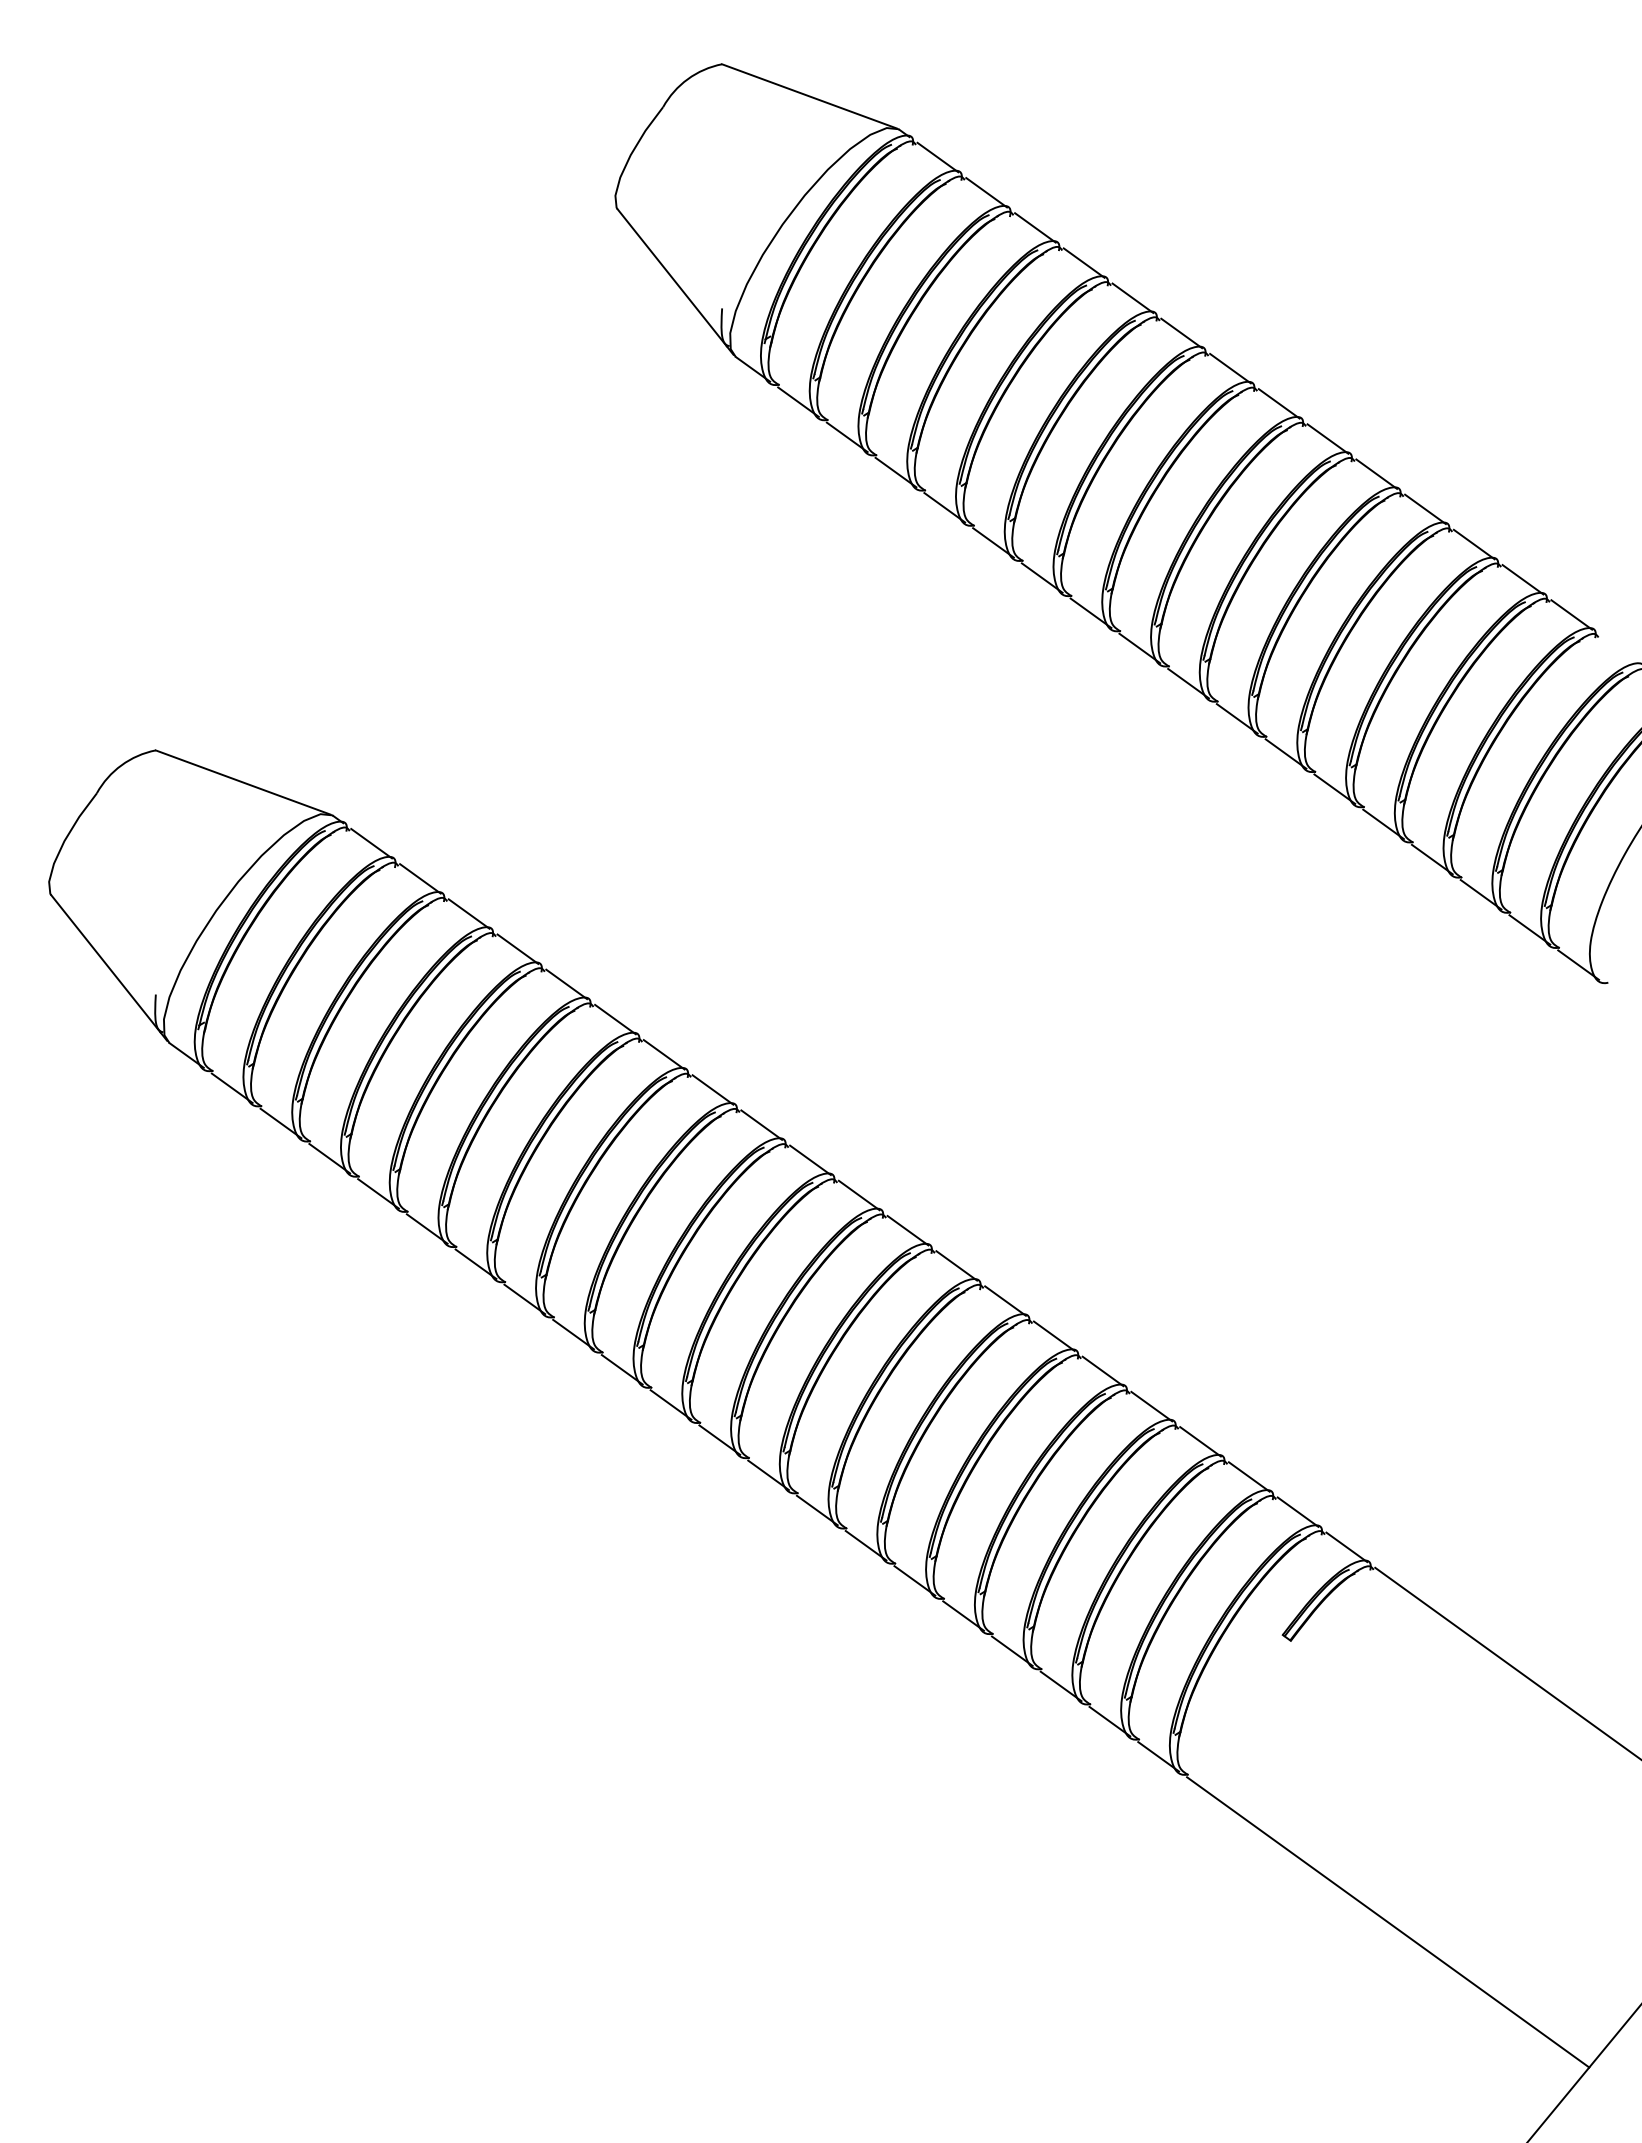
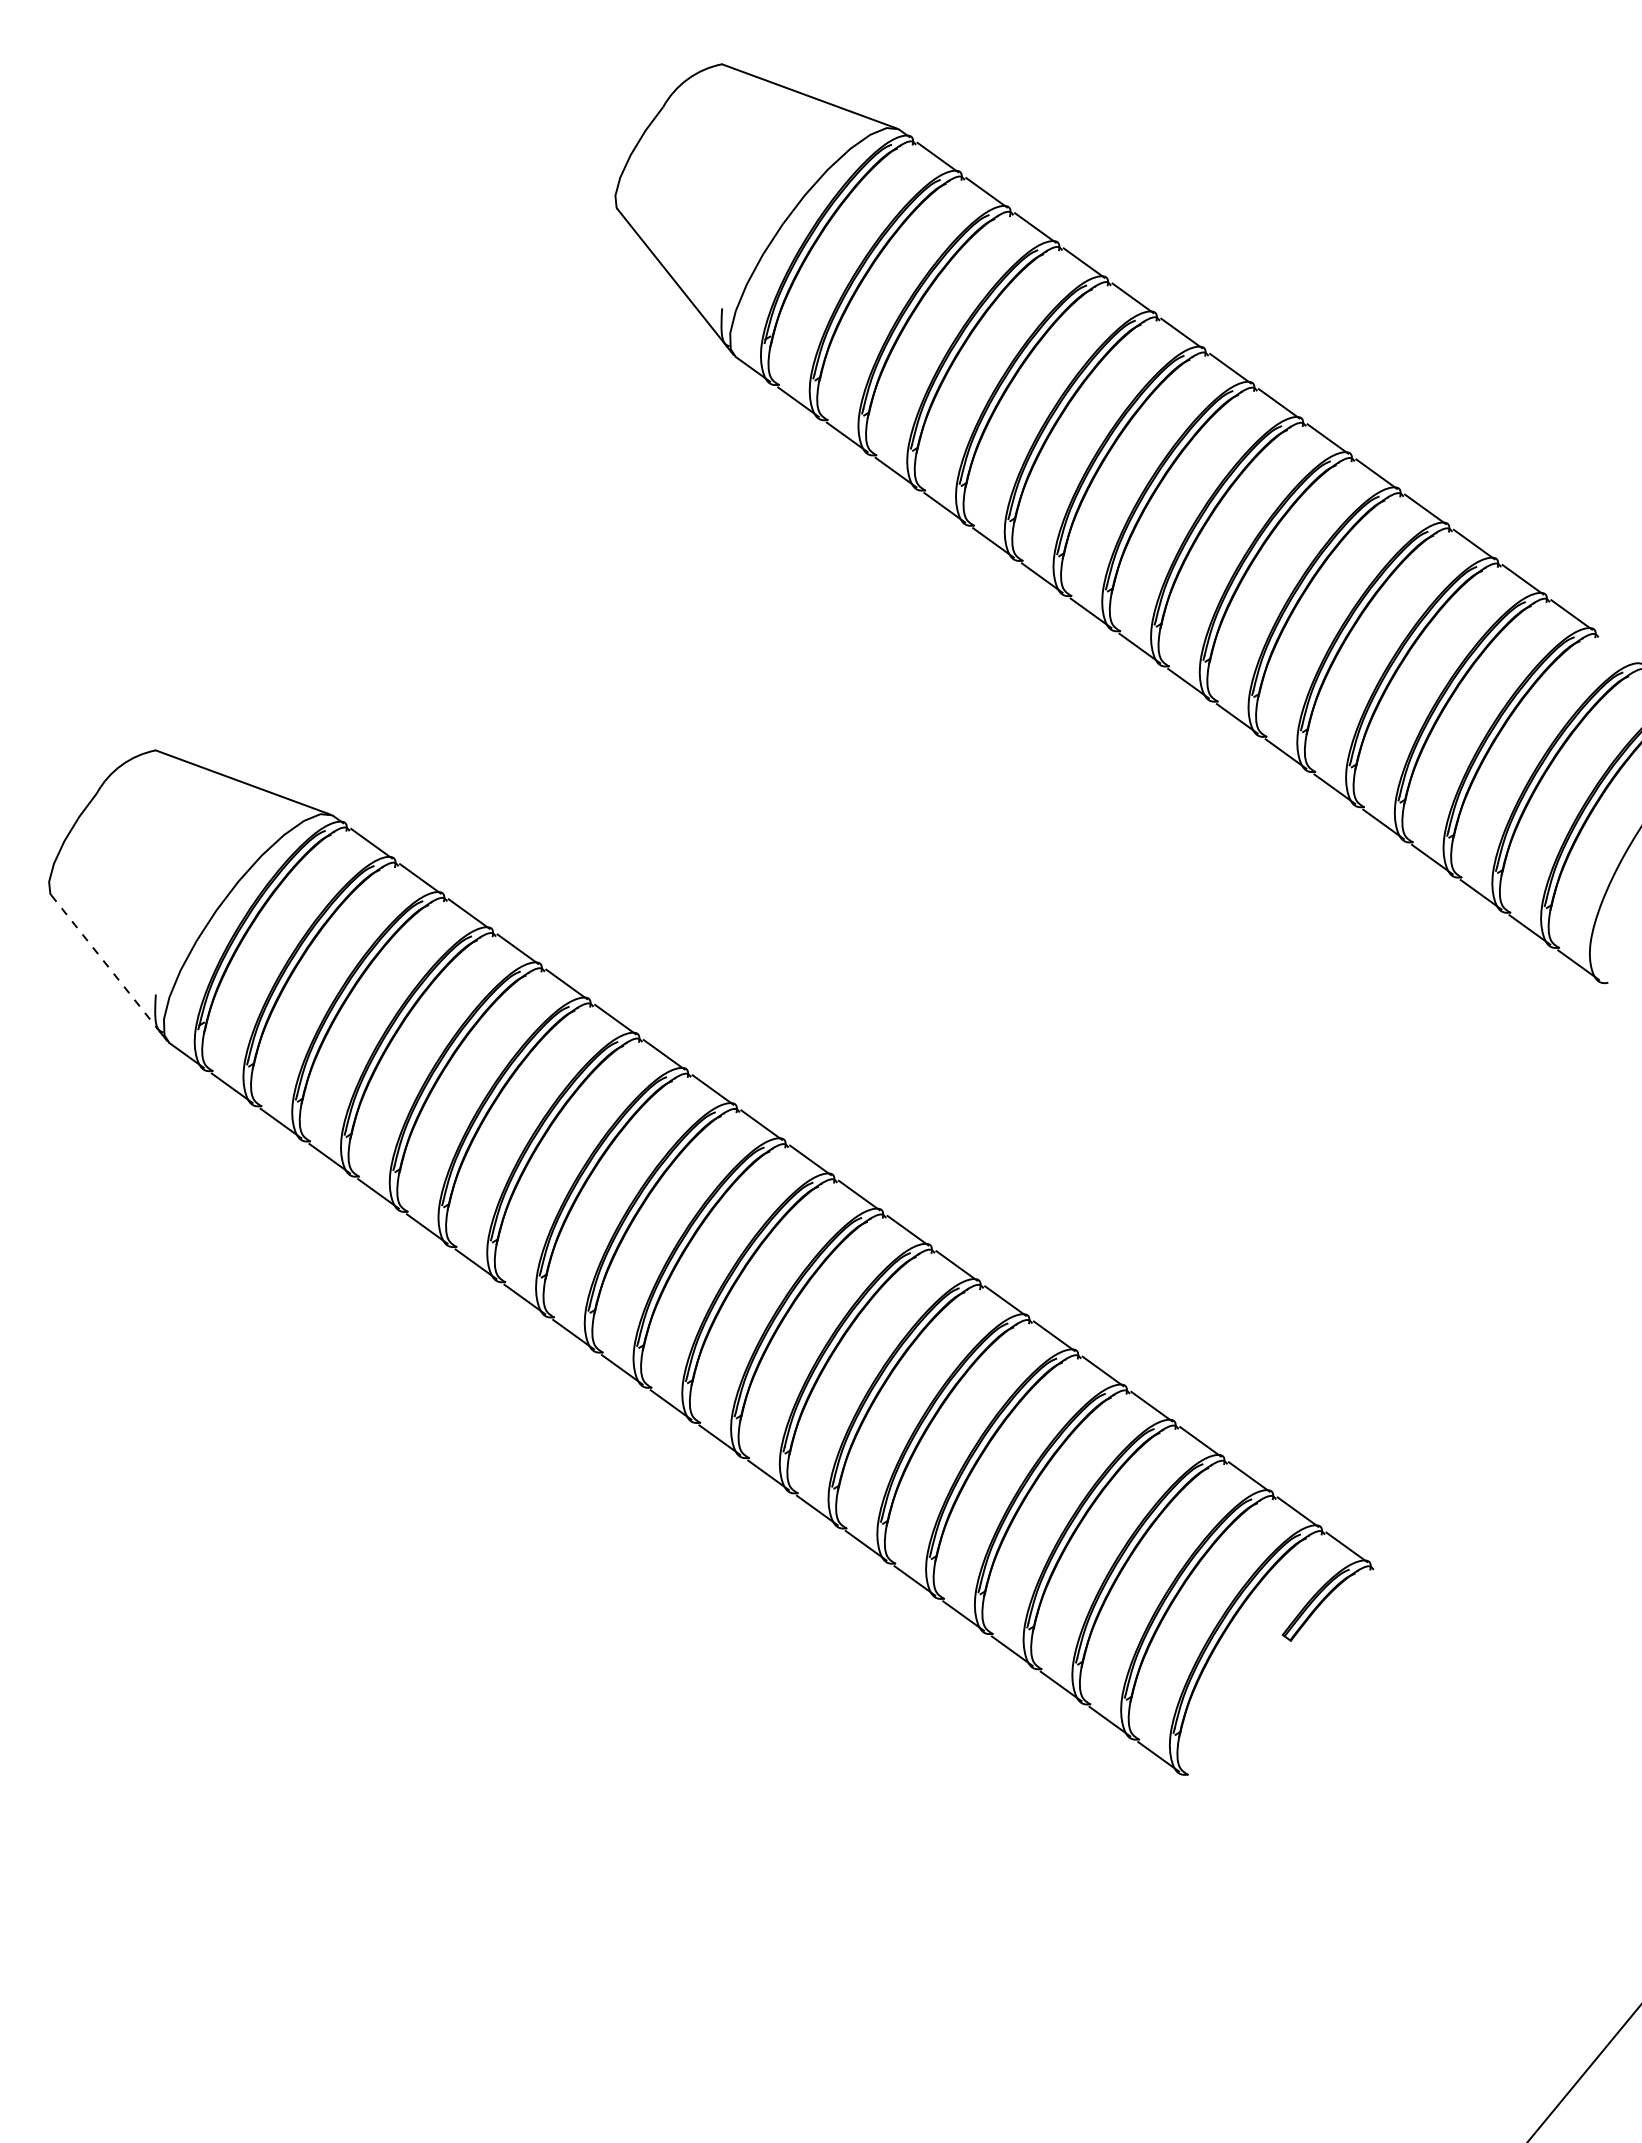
line at (105, 963): solid -> dashed
line at (1506, 1662): present -> none
line at (1388, 1922): present -> none
